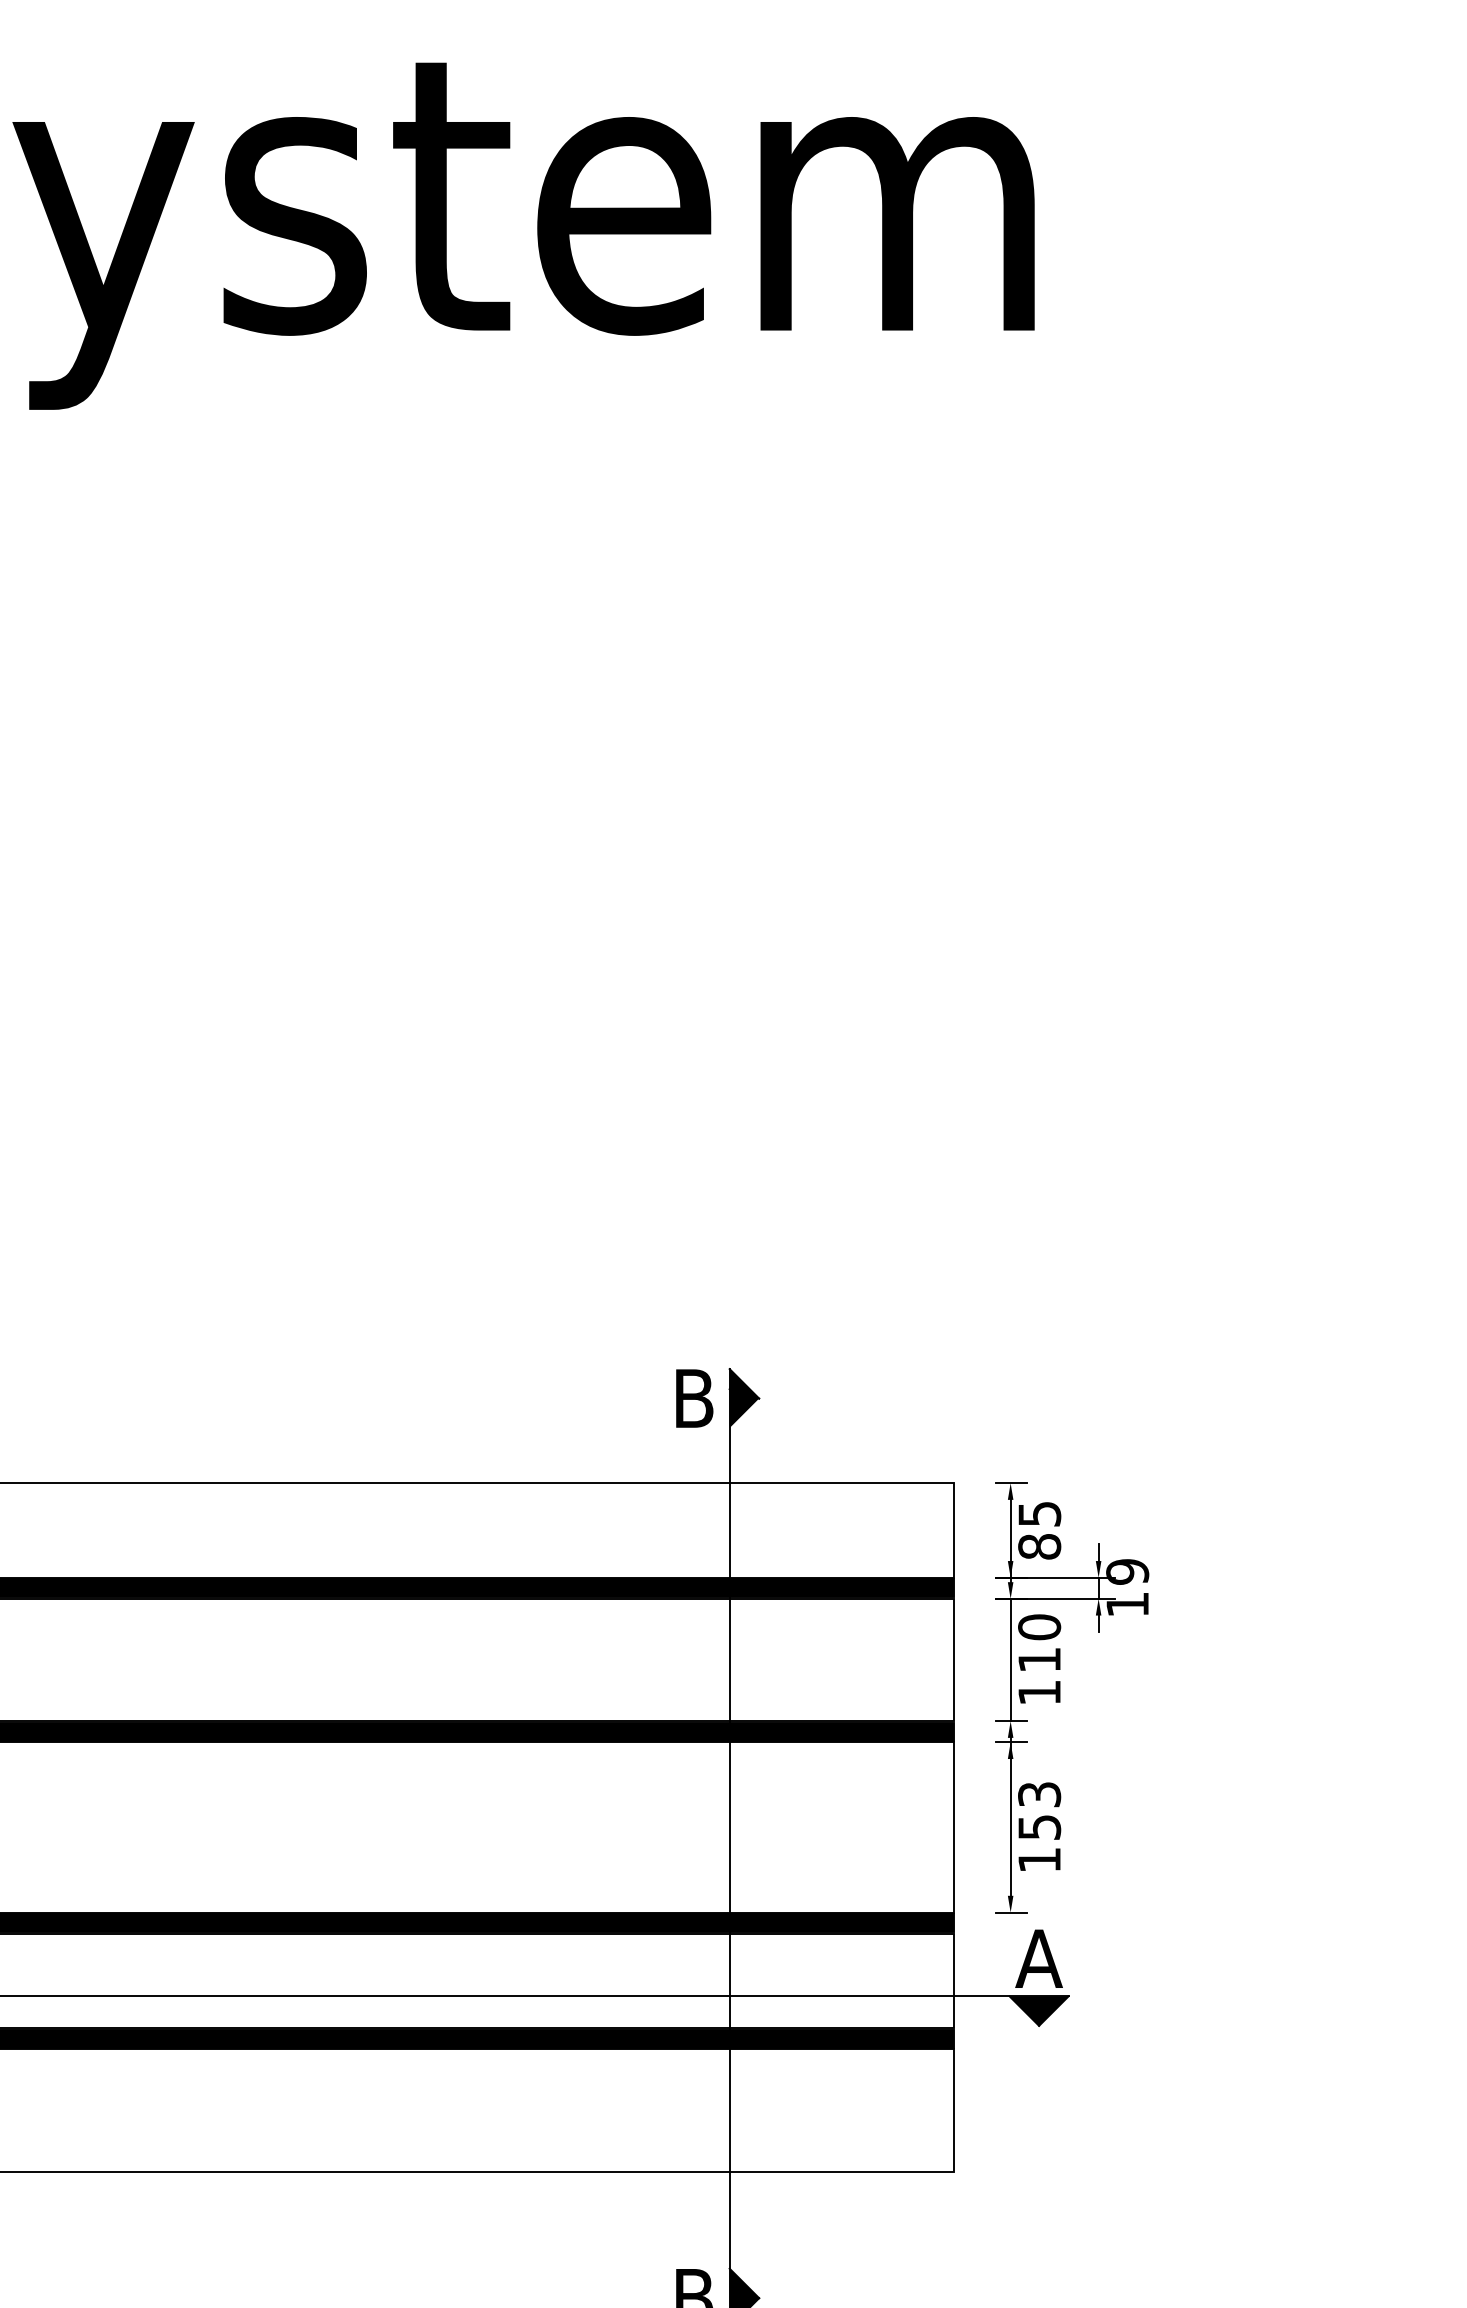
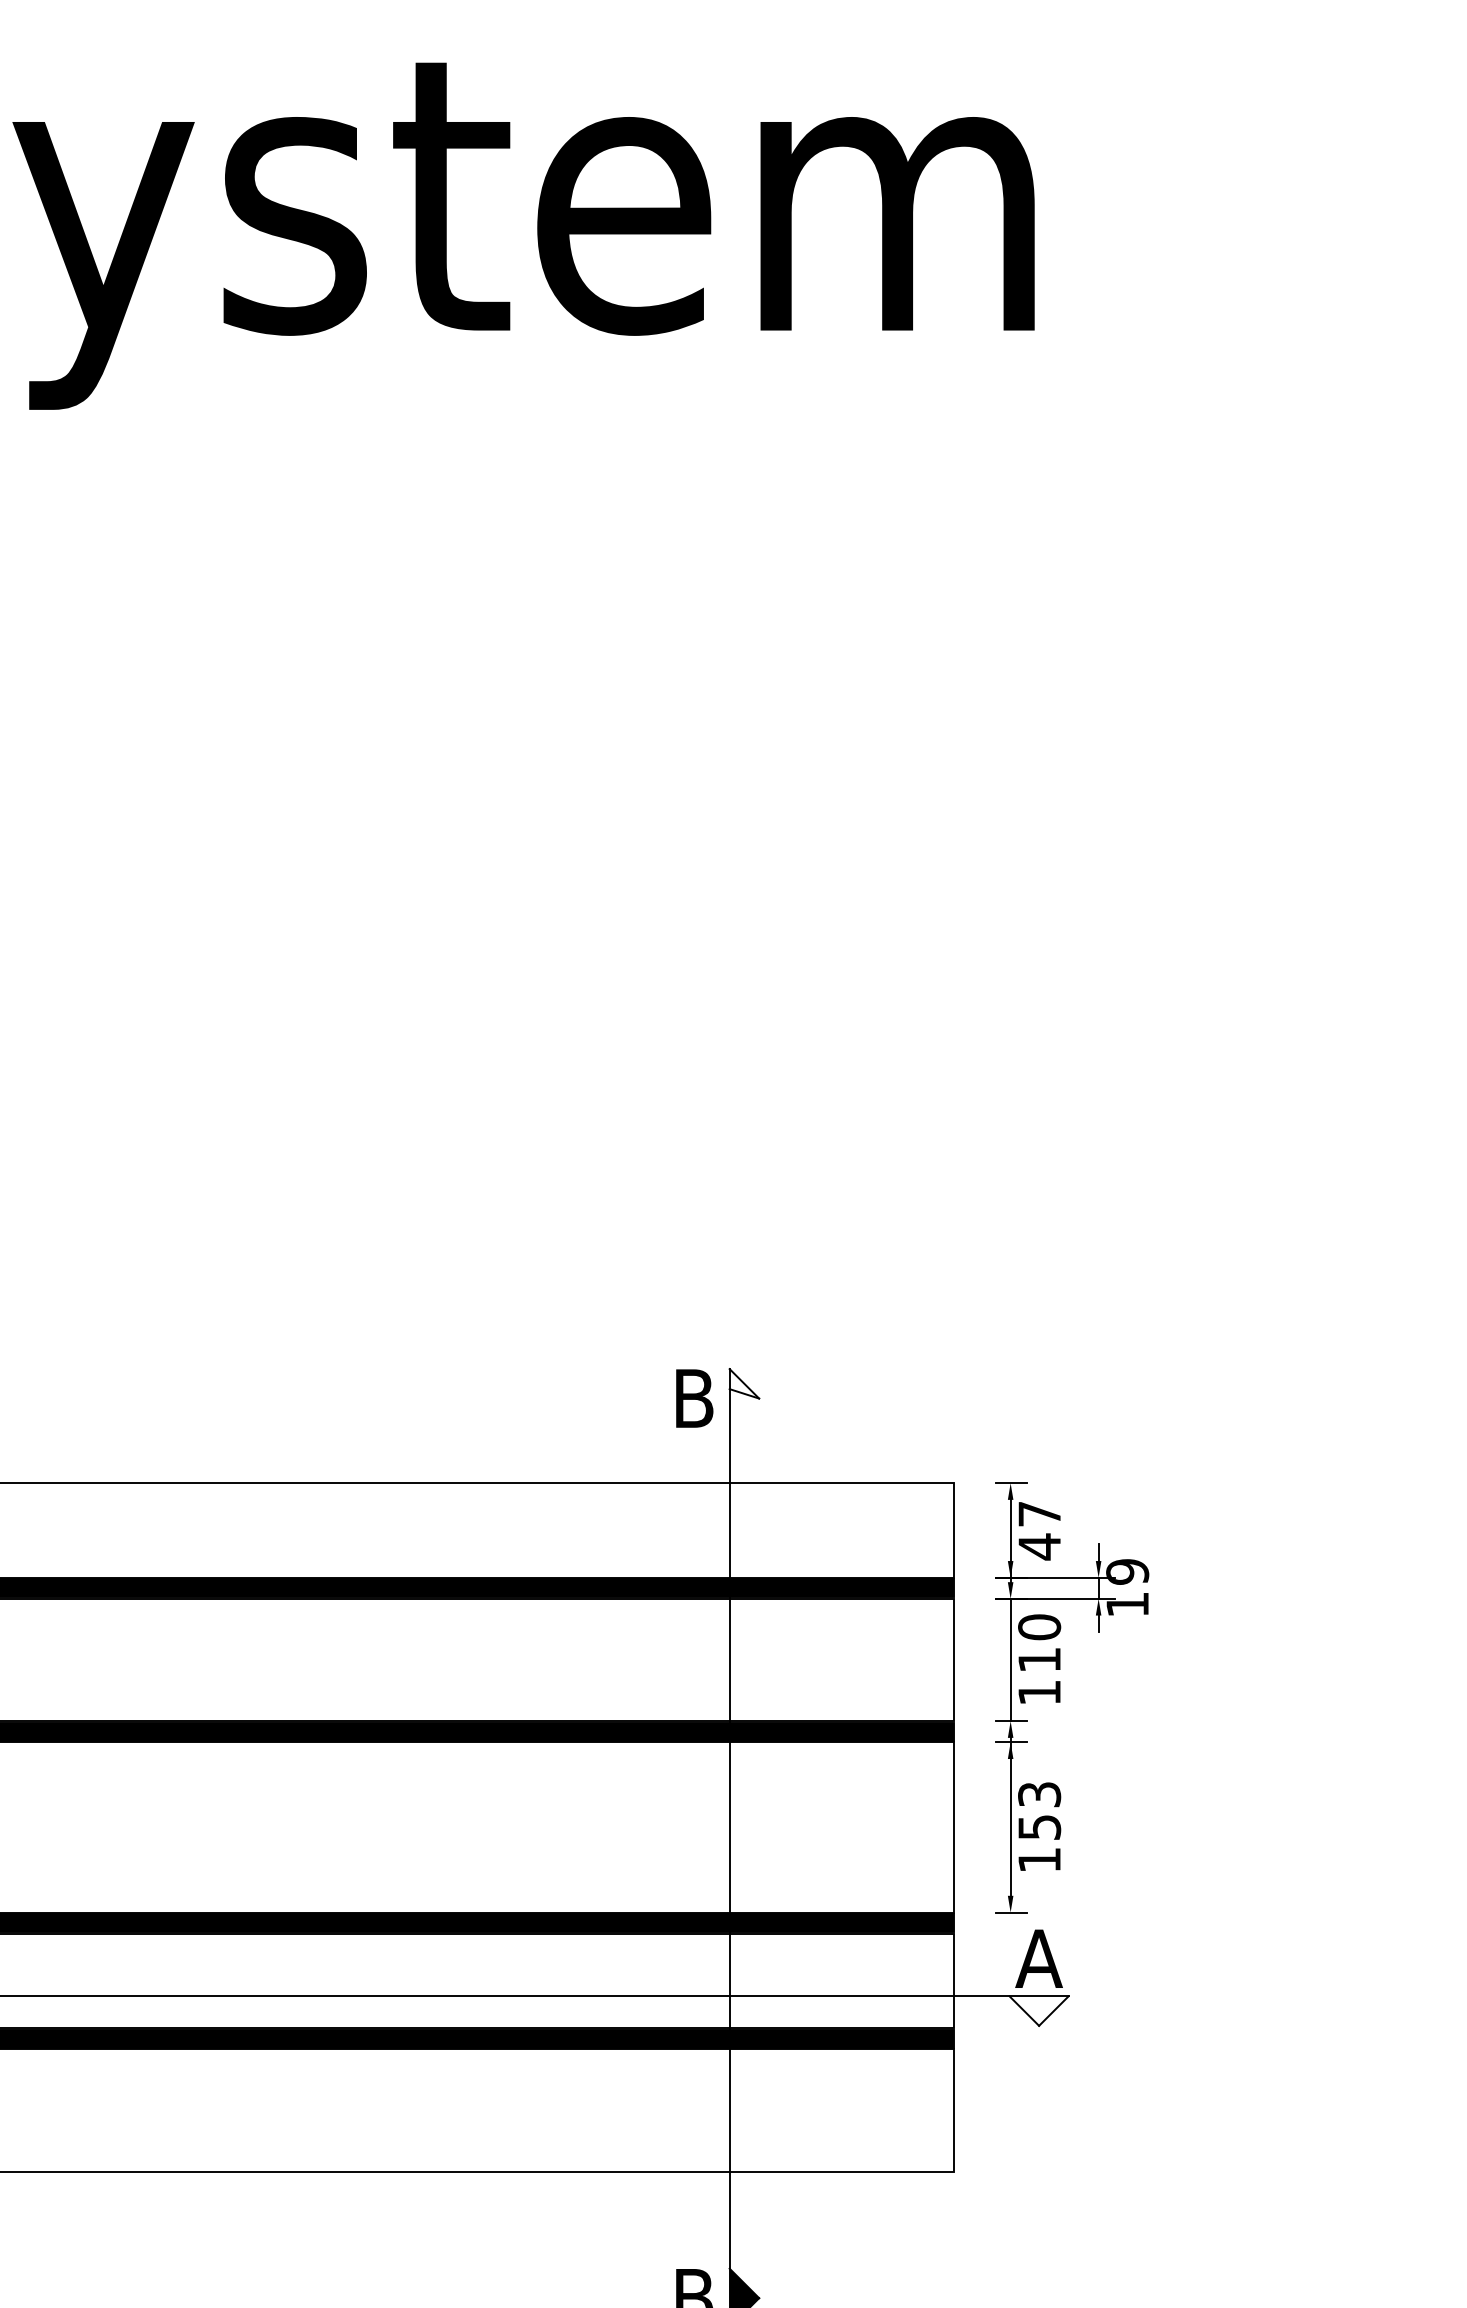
fill at (744, 1398): present -> none
text at (1039, 1531): 85 -> 47
fill at (1038, 2010): present -> none
